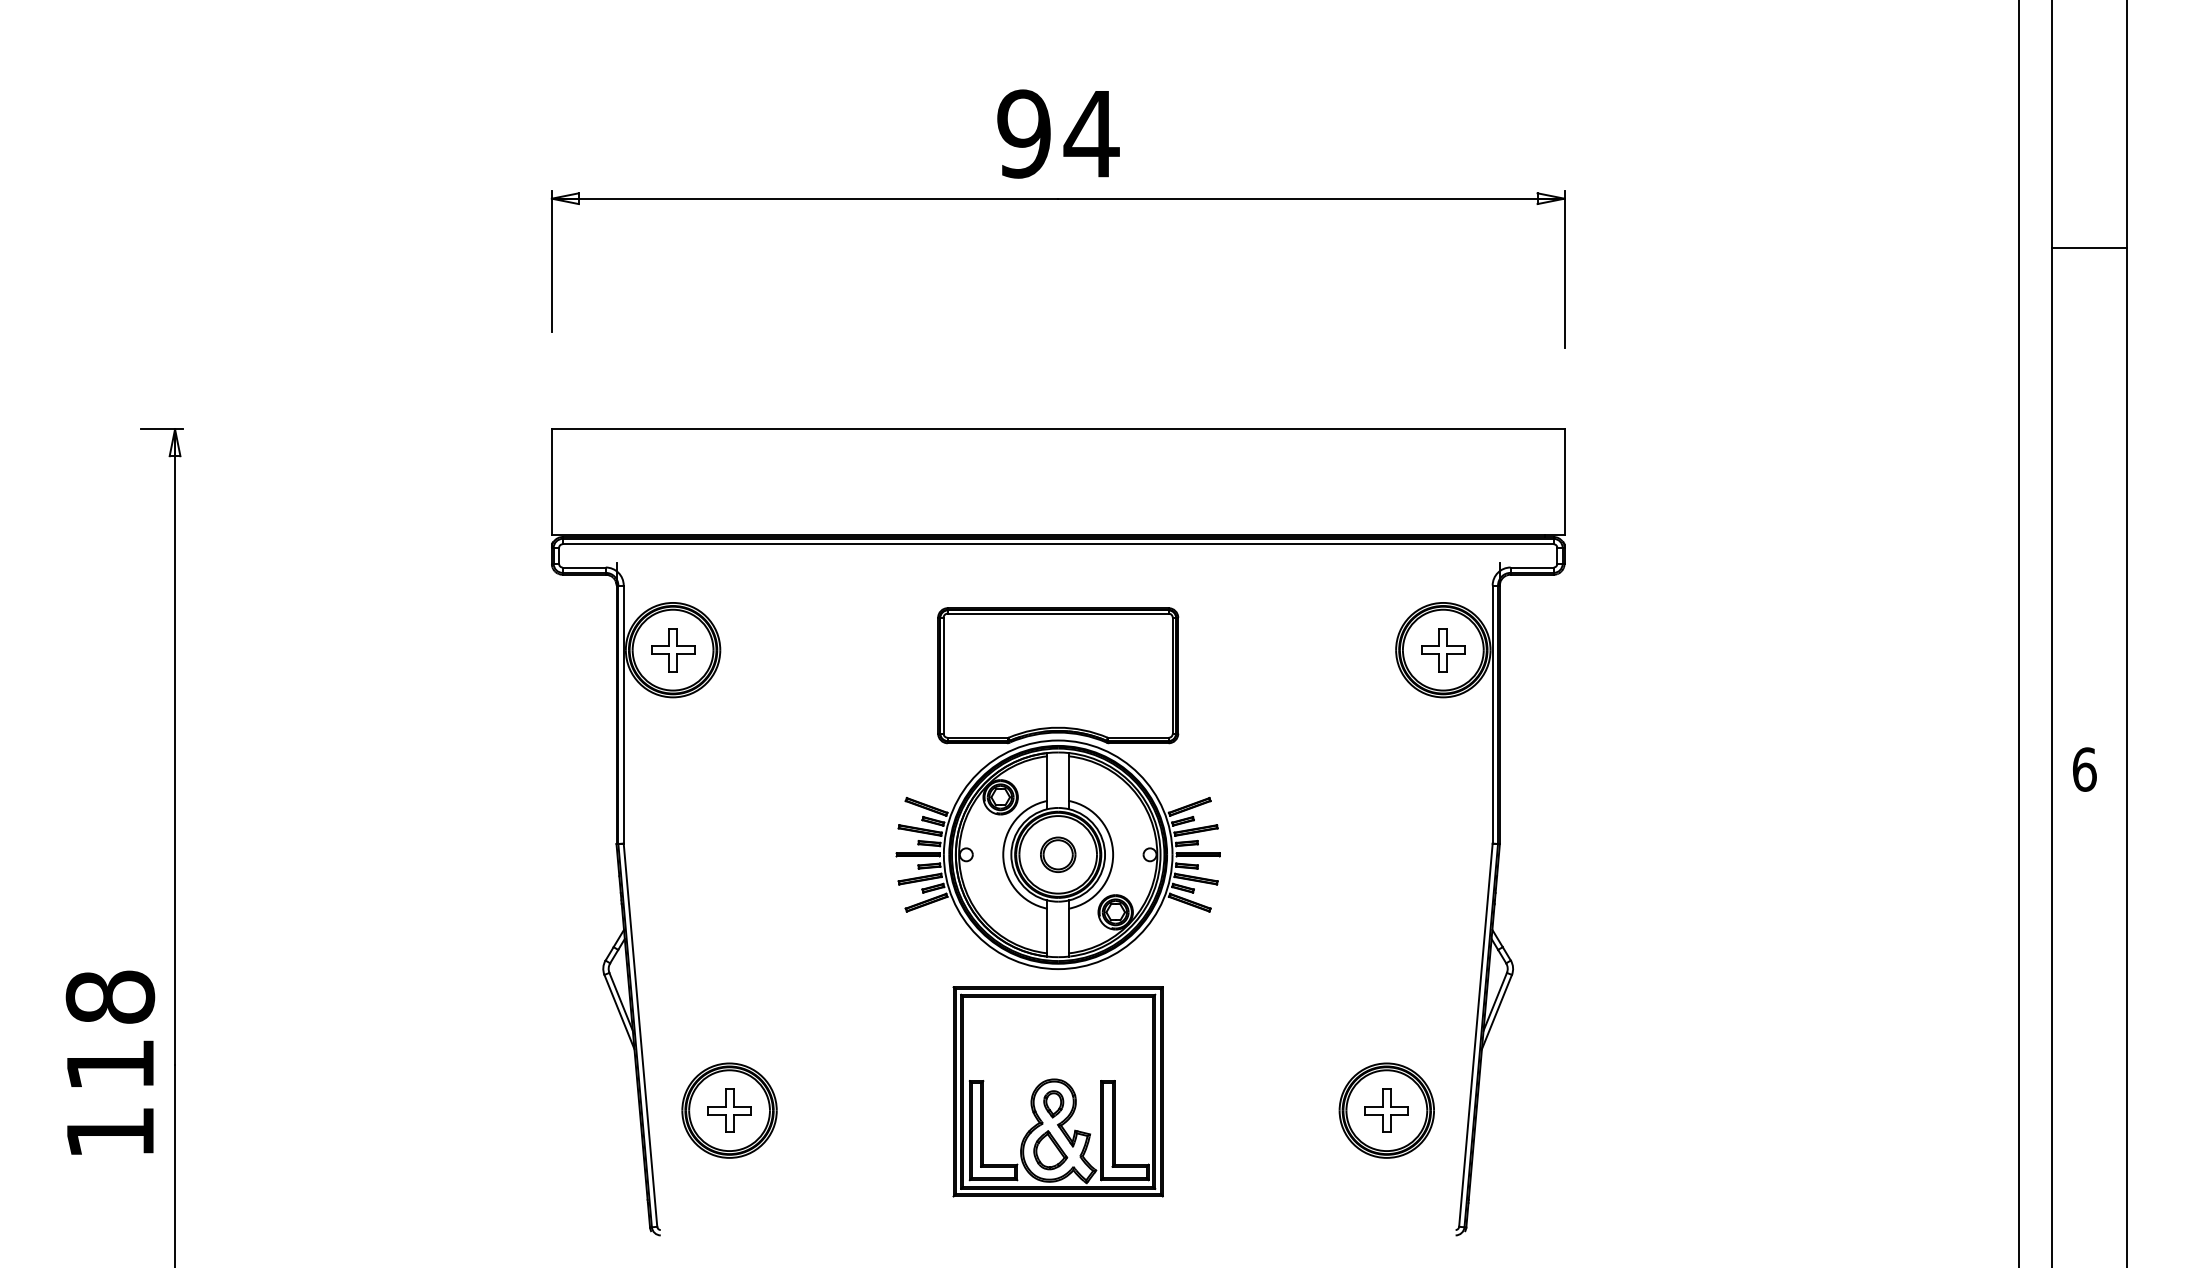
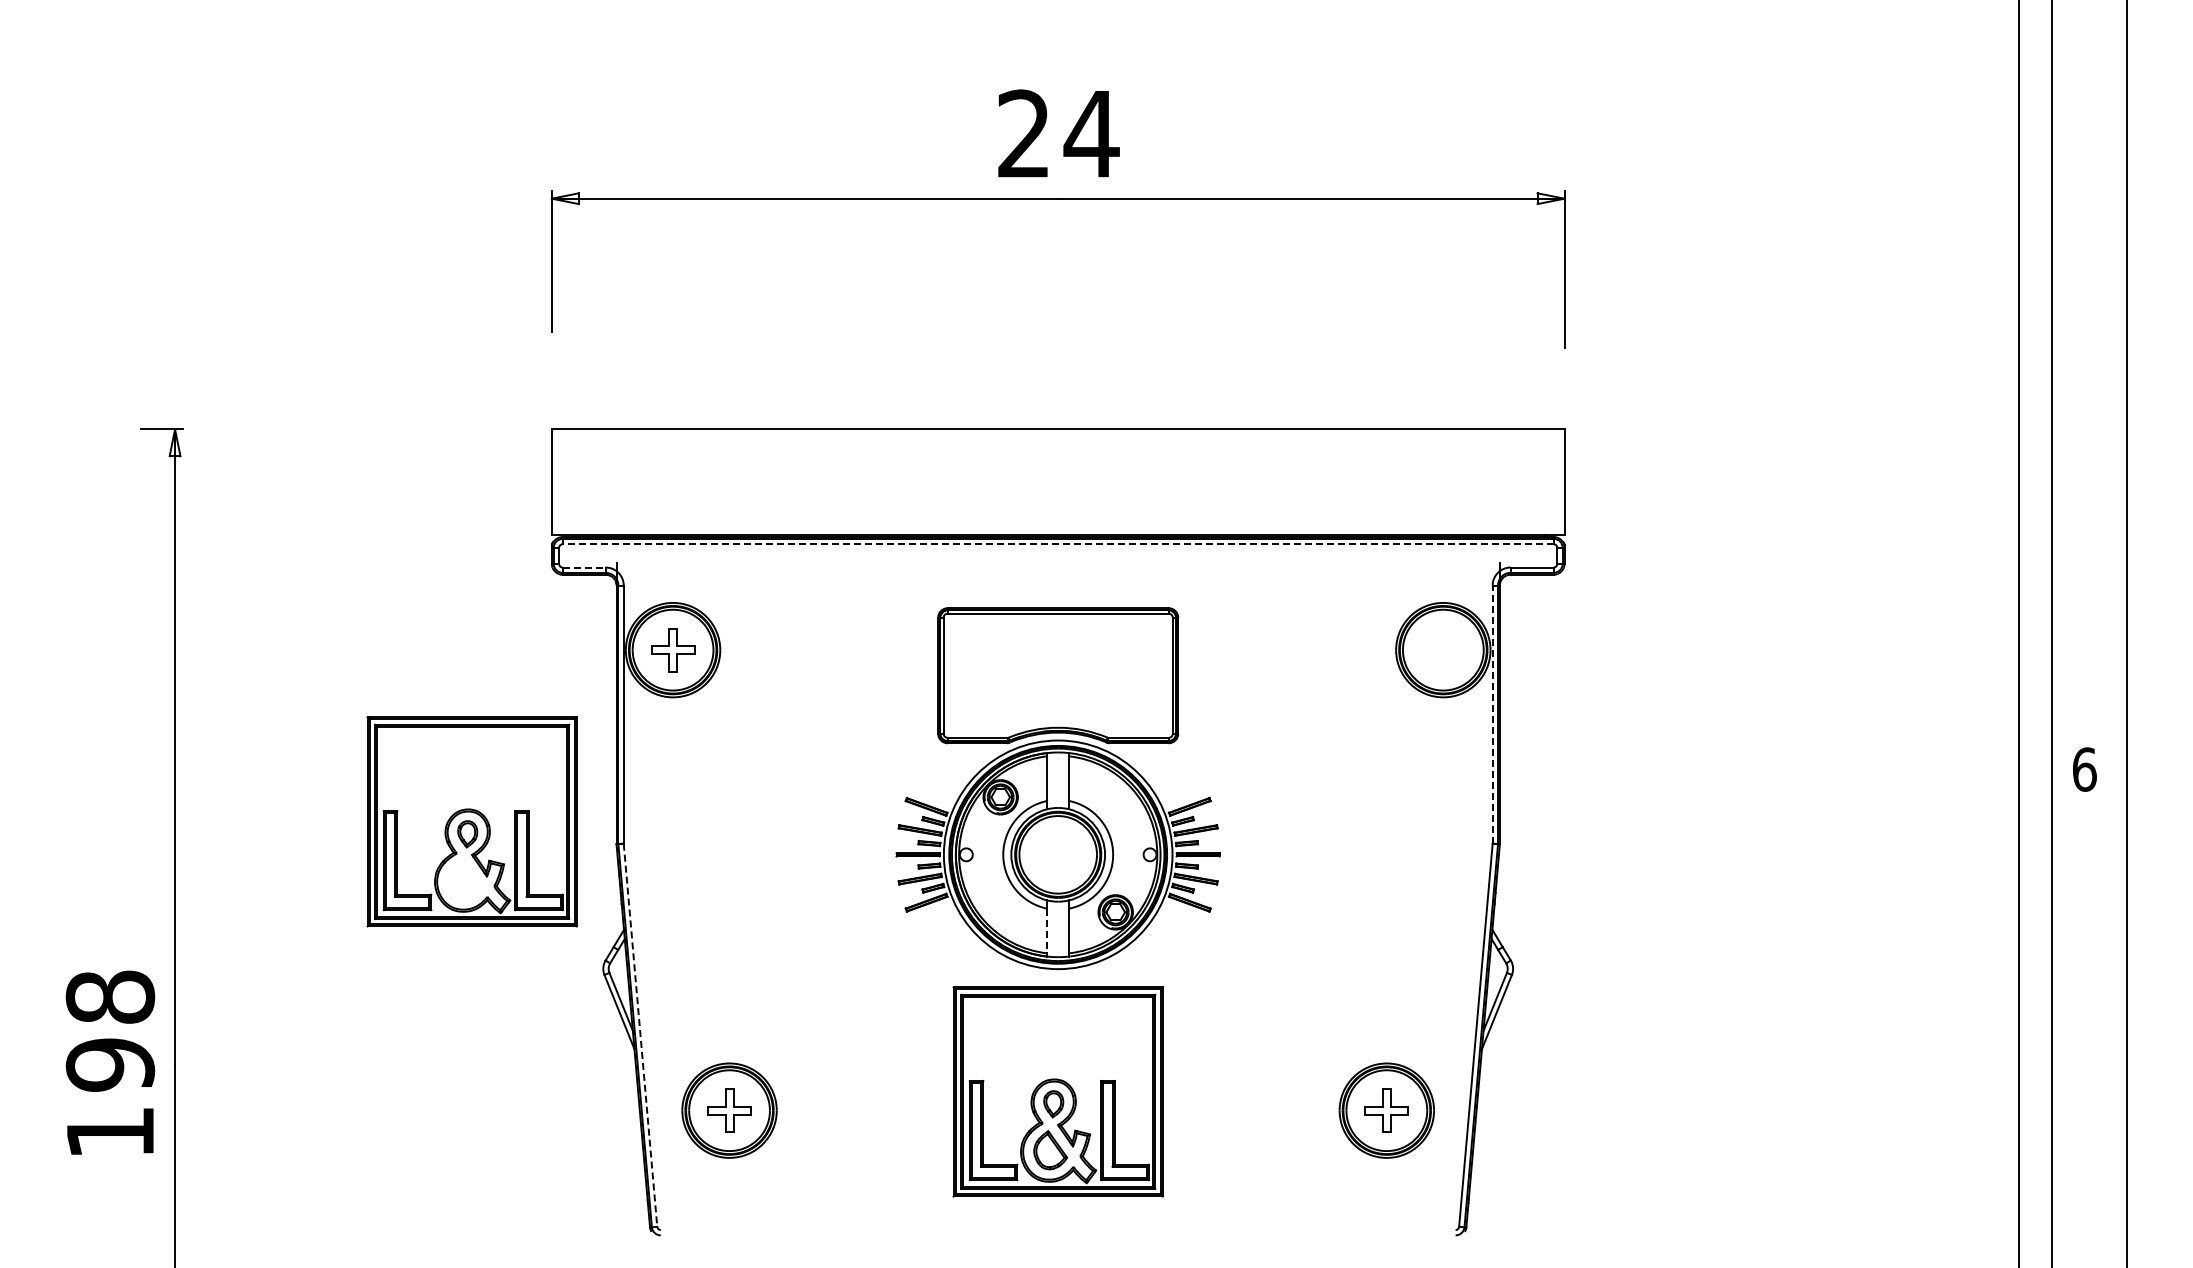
text at (1023, 133): 94 -> 24
line at (2089, 248): present -> none
line at (1058, 544): solid -> dashed
line at (584, 567): solid -> dashed
part at (1443, 650): present -> none
line at (1492, 714): solid -> dashed
part at (471, 821): none -> present
part at (1058, 854): present -> none
line at (1047, 931): solid -> dashed
line at (640, 1035): solid -> dashed
text at (110, 1064): 118 -> 198
